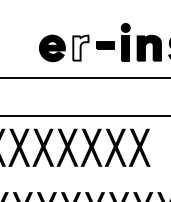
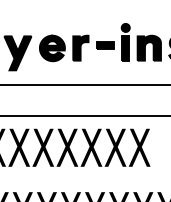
fill at (80, 47): none -> present
part at (17, 53): none -> present
line at (84, 78) position: (84, 78) -> (84, 85)
